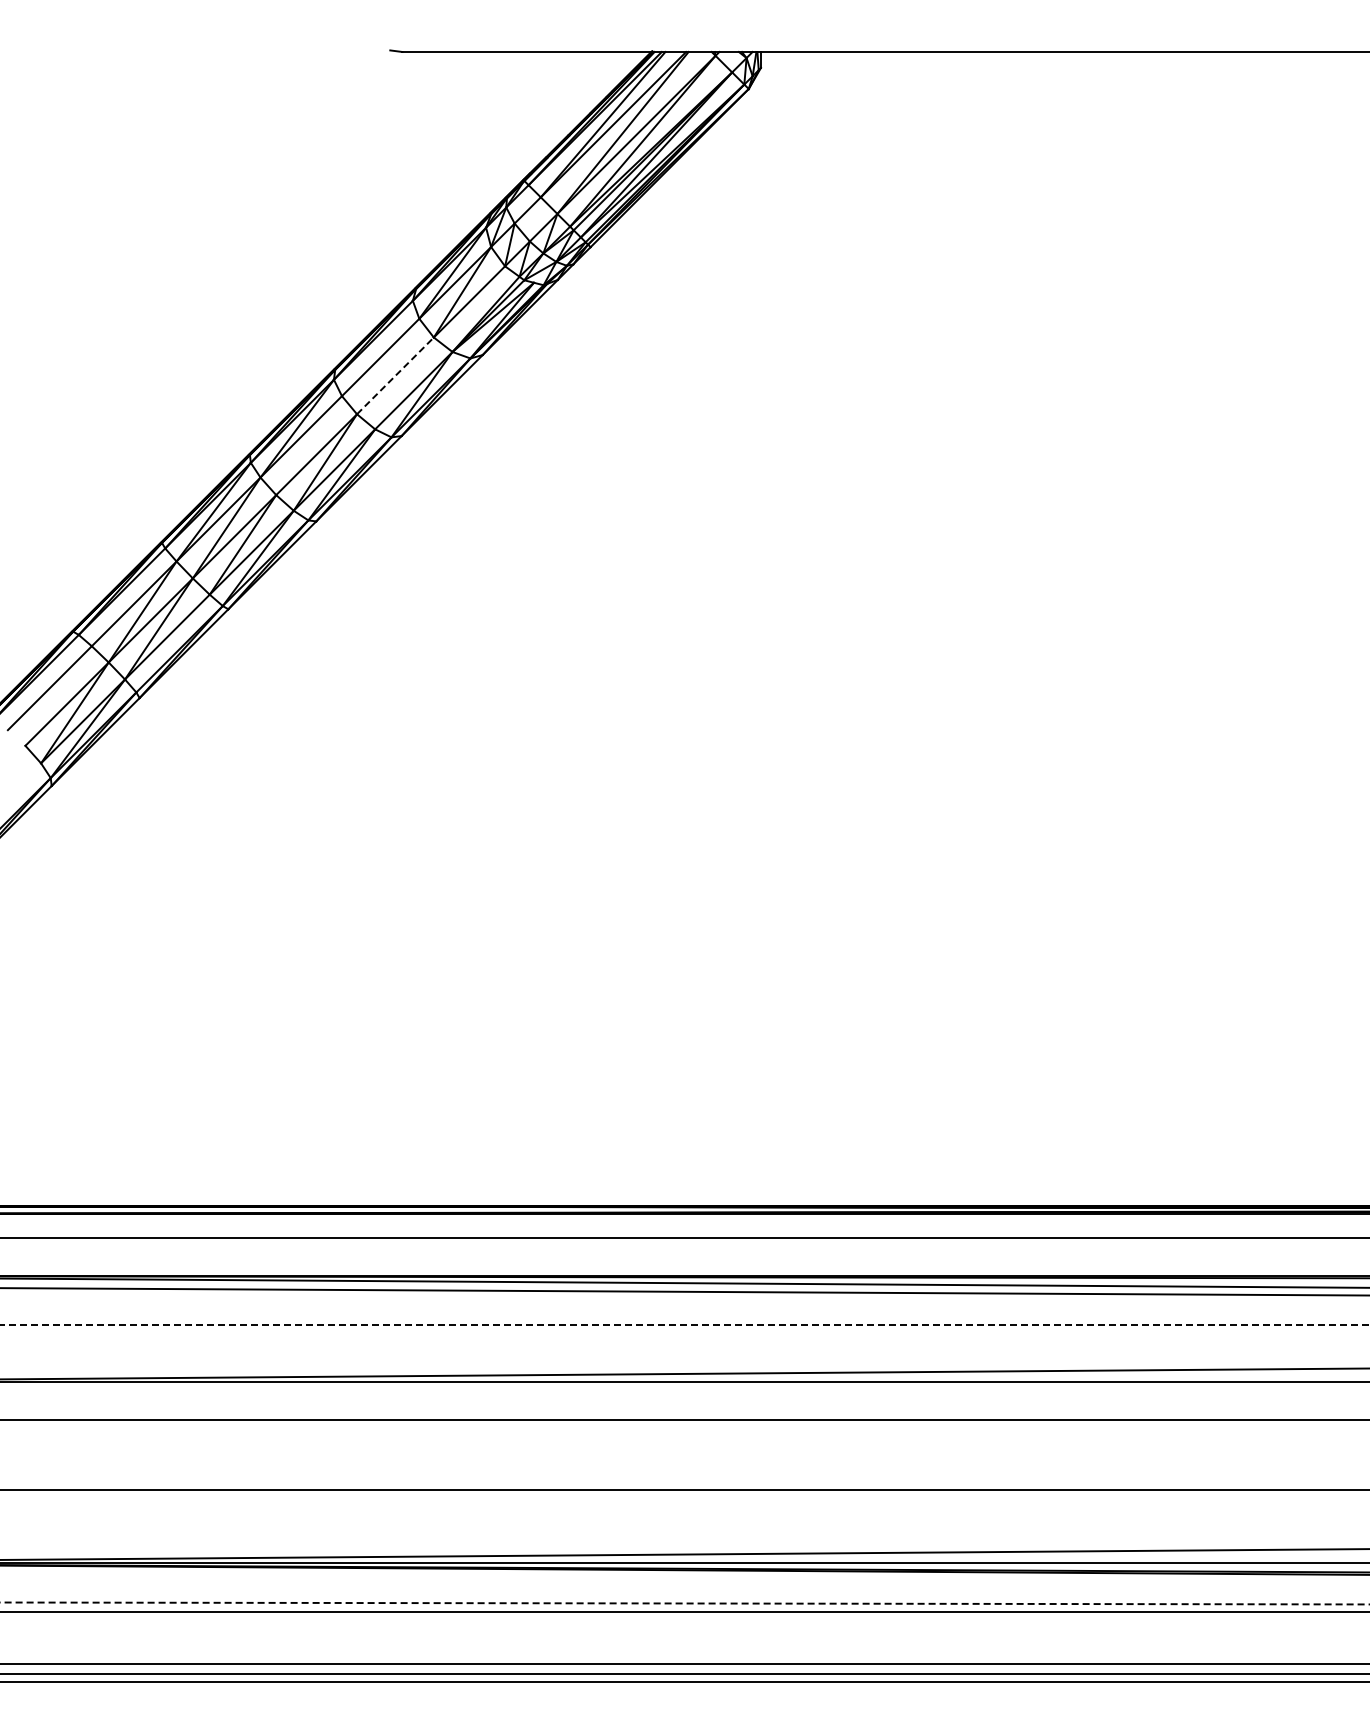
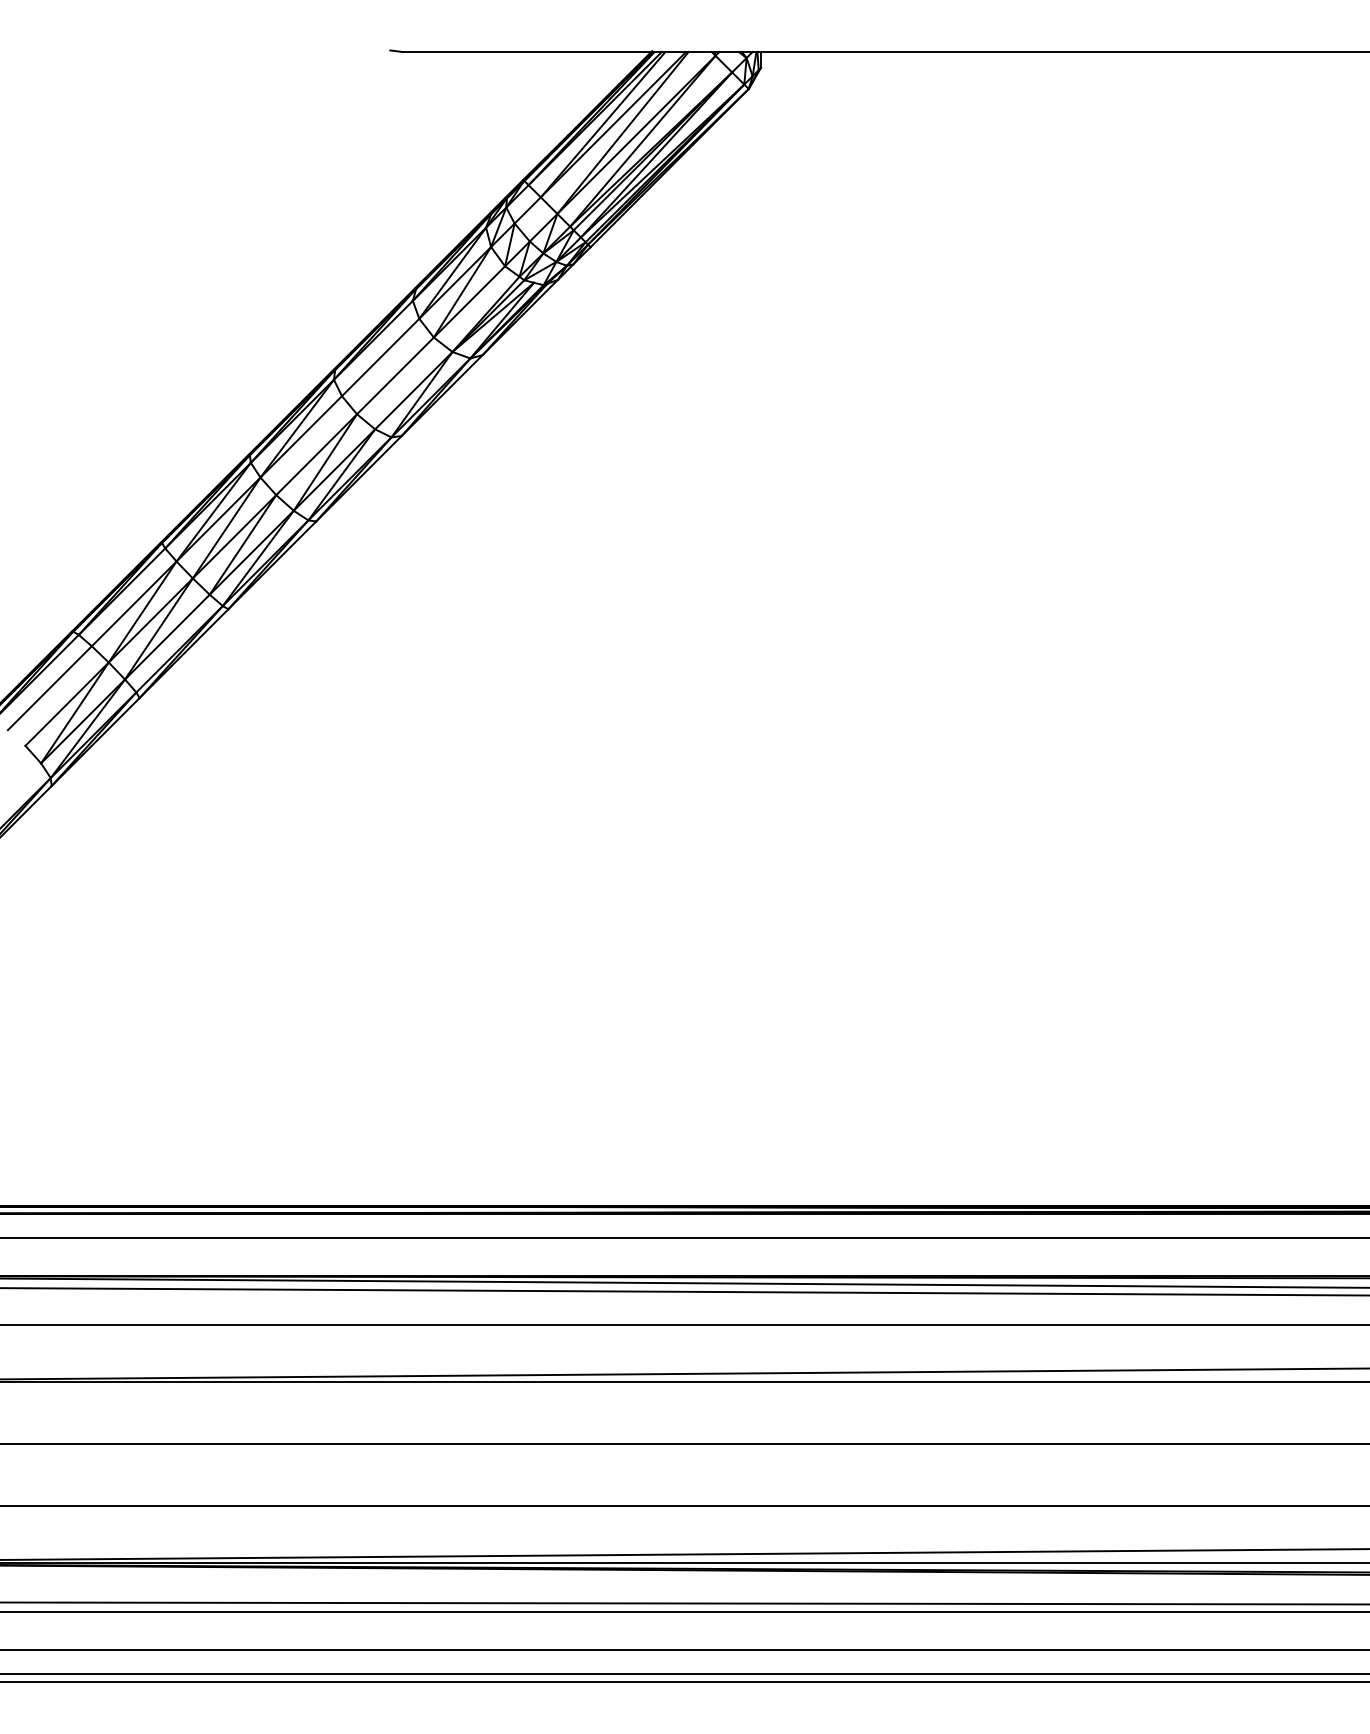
line at (395, 375): dashed -> solid
line at (685, 1324): dashed -> solid
line at (684, 1419) position: (684, 1419) -> (684, 1443)
line at (684, 1489) position: (684, 1489) -> (684, 1505)
line at (685, 1603): dashed -> solid
line at (684, 1664) position: (684, 1664) -> (684, 1650)
